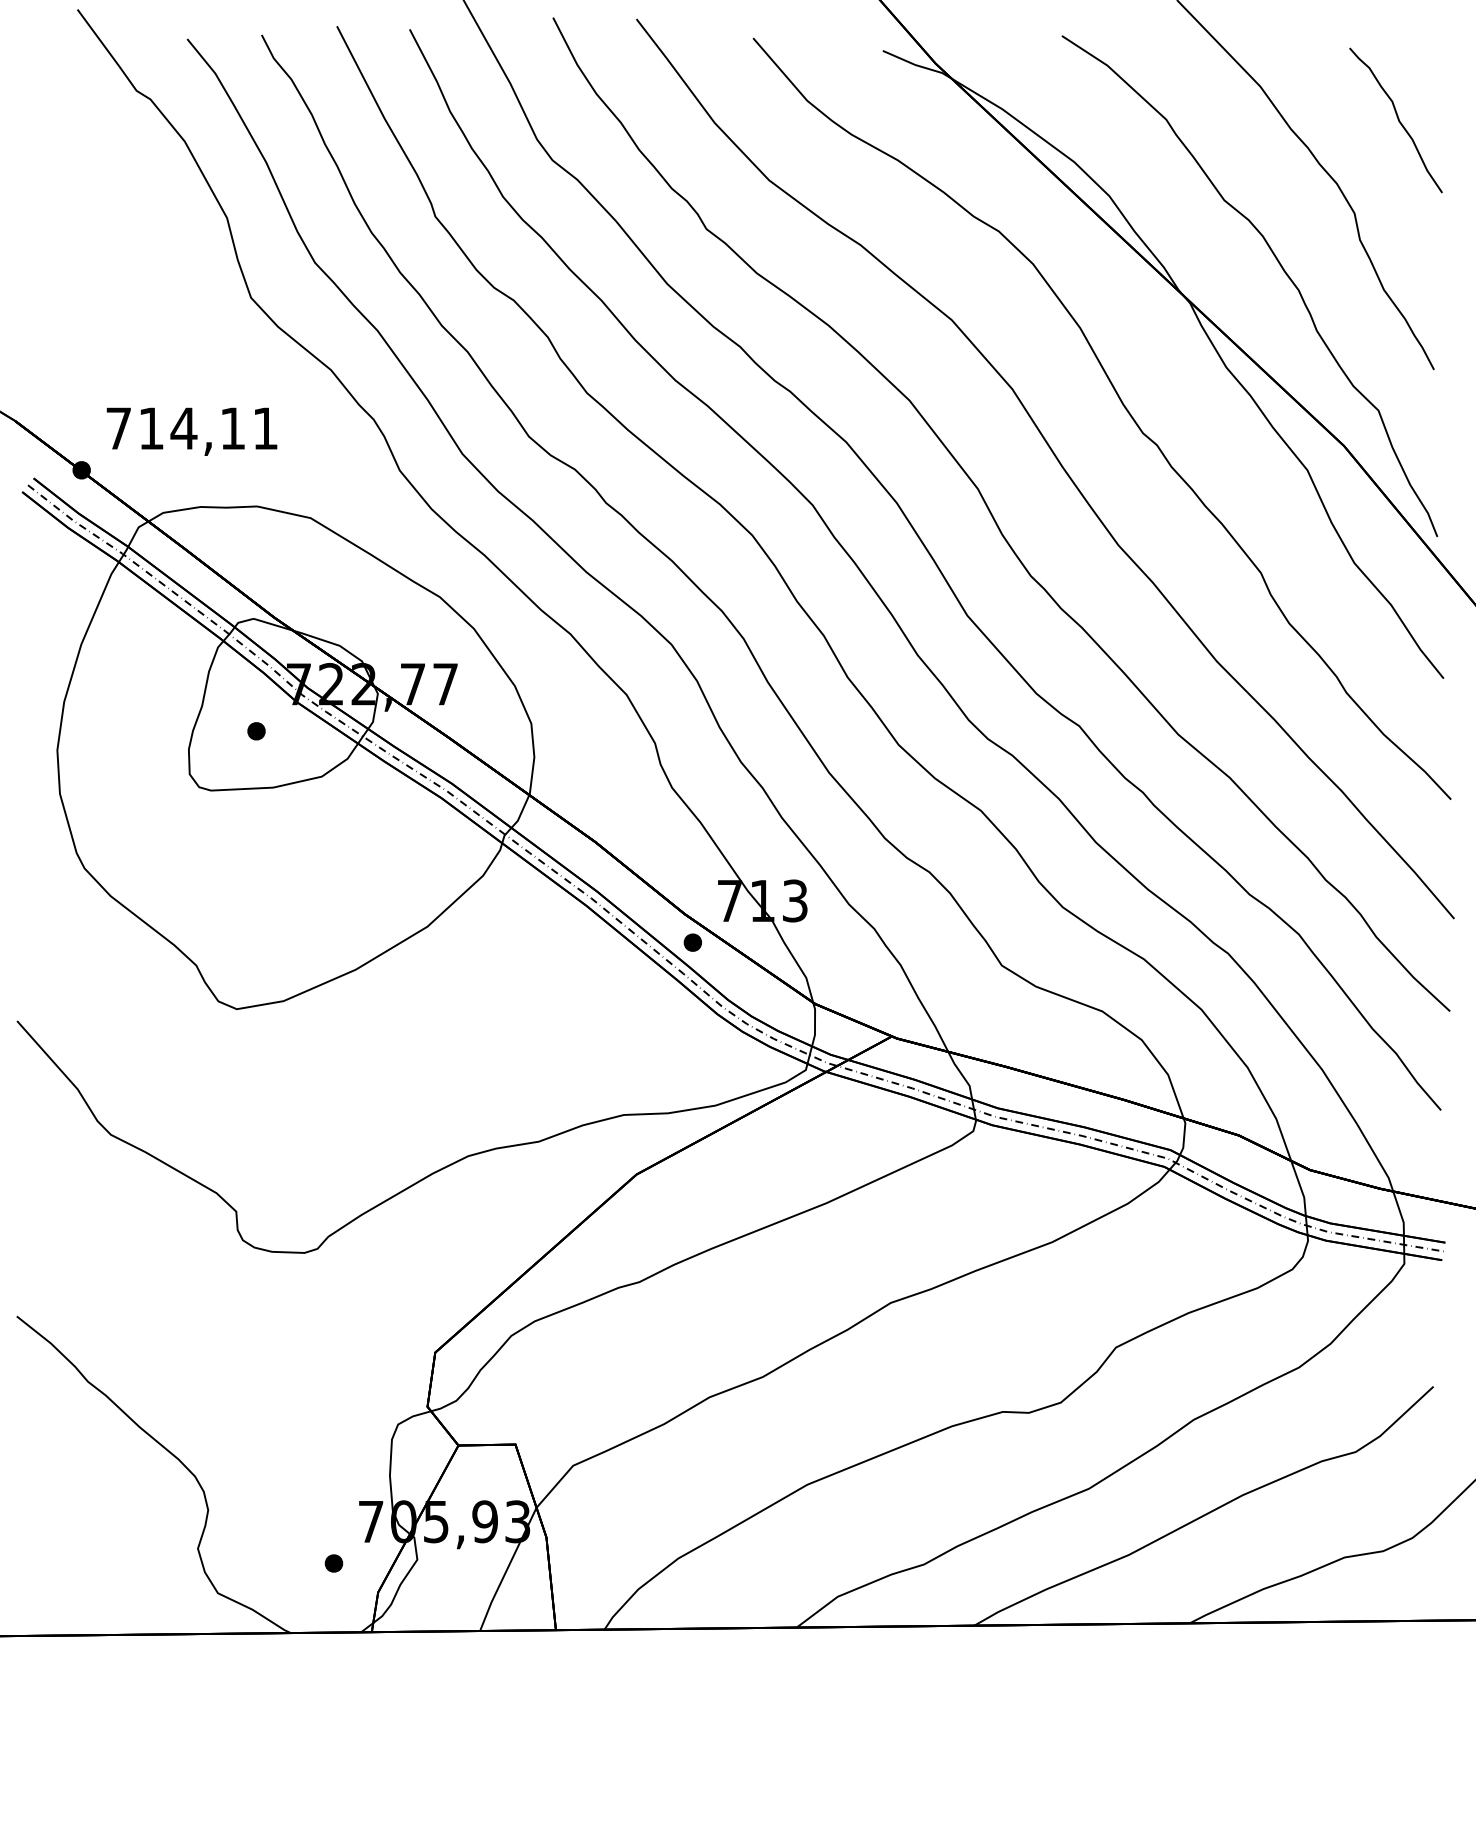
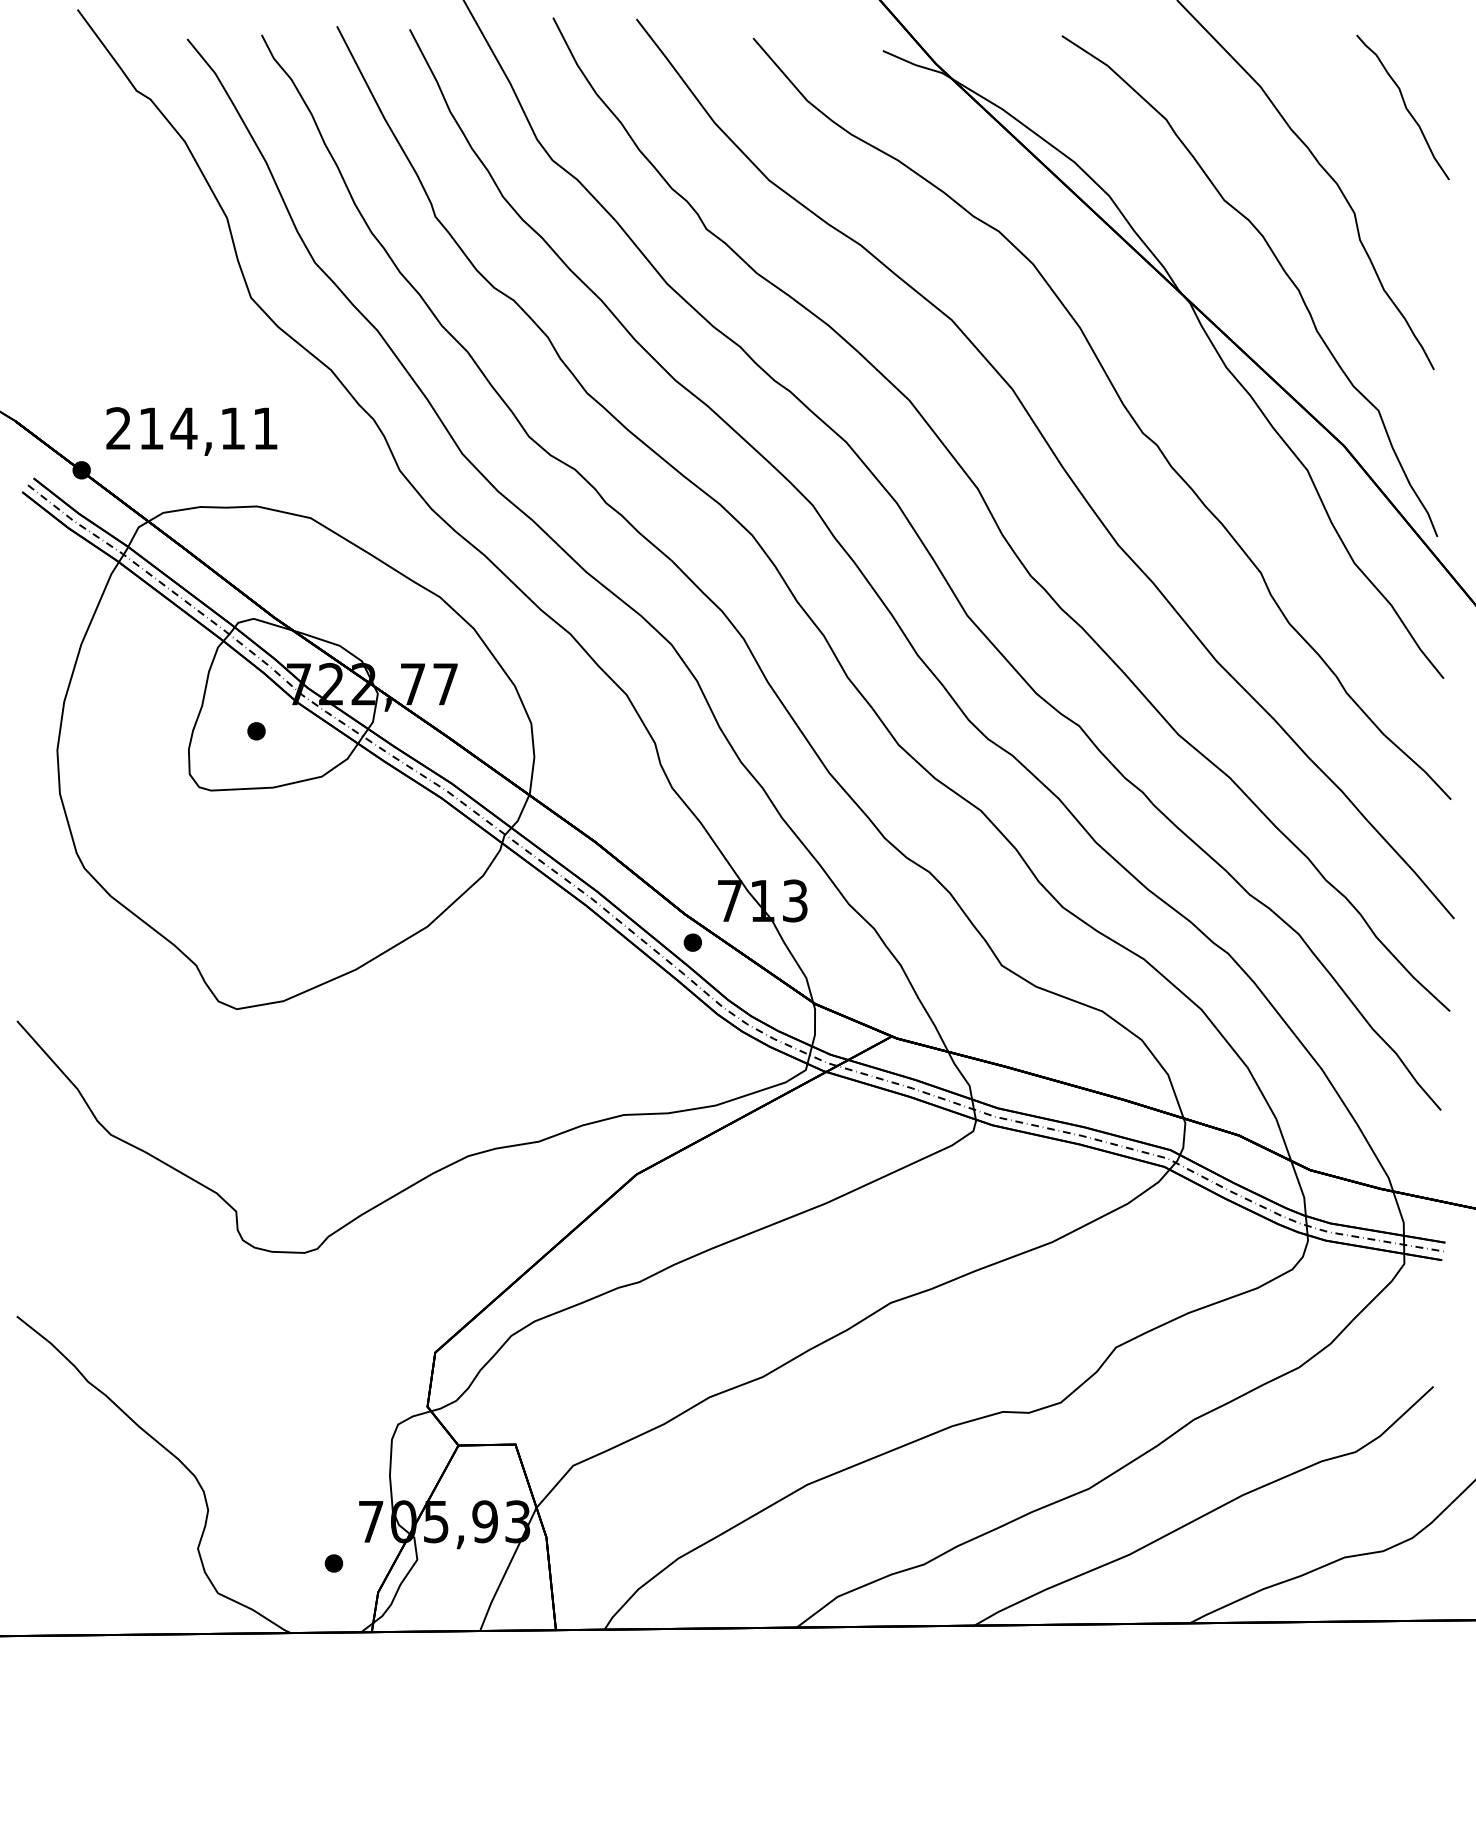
curve at (1397, 119) position: (1397, 119) -> (1404, 106)
text at (118, 428): 714,11 -> 214,11
